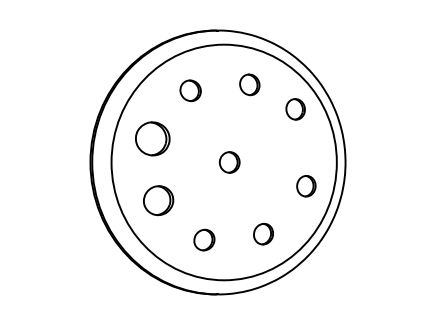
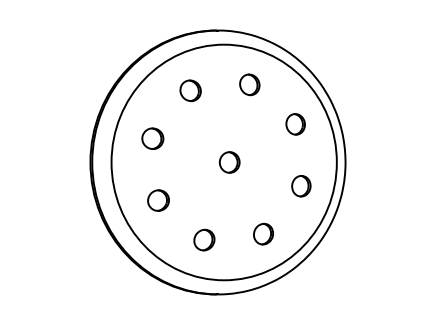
part at (295, 109) position: (295, 109) -> (295, 124)
part at (152, 138) size: 36x36 px -> 24x23 px
part at (306, 186) position: (306, 186) -> (301, 186)
part at (158, 200) size: 32x31 px -> 23x23 px
